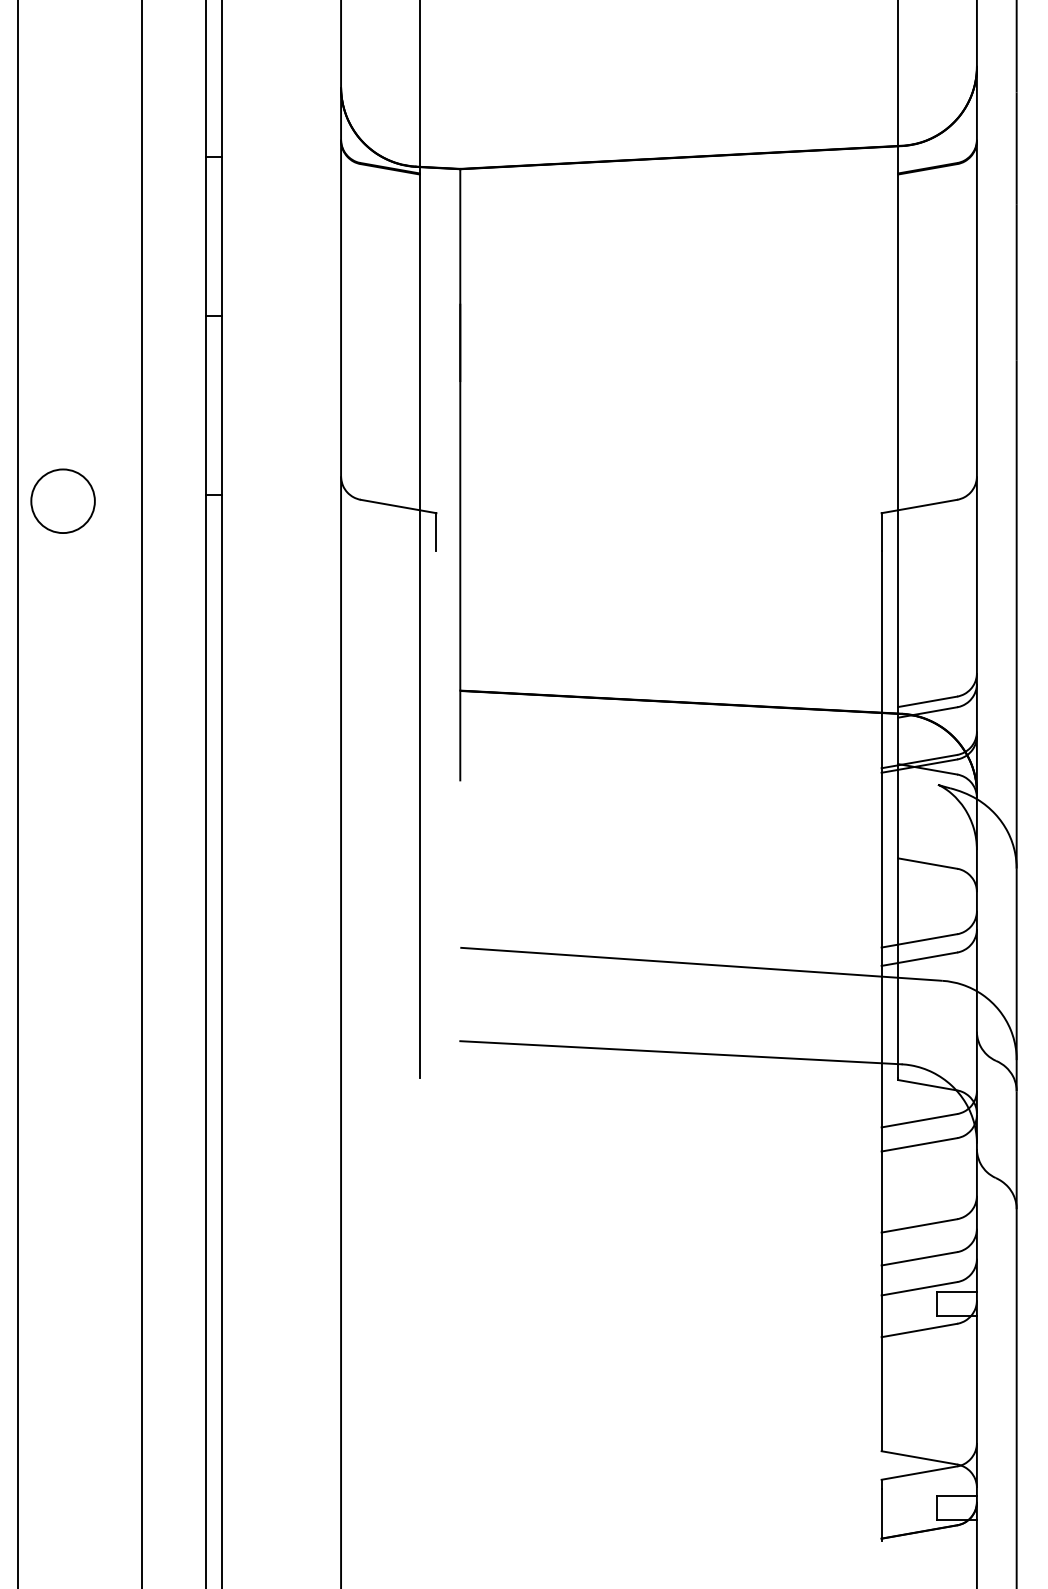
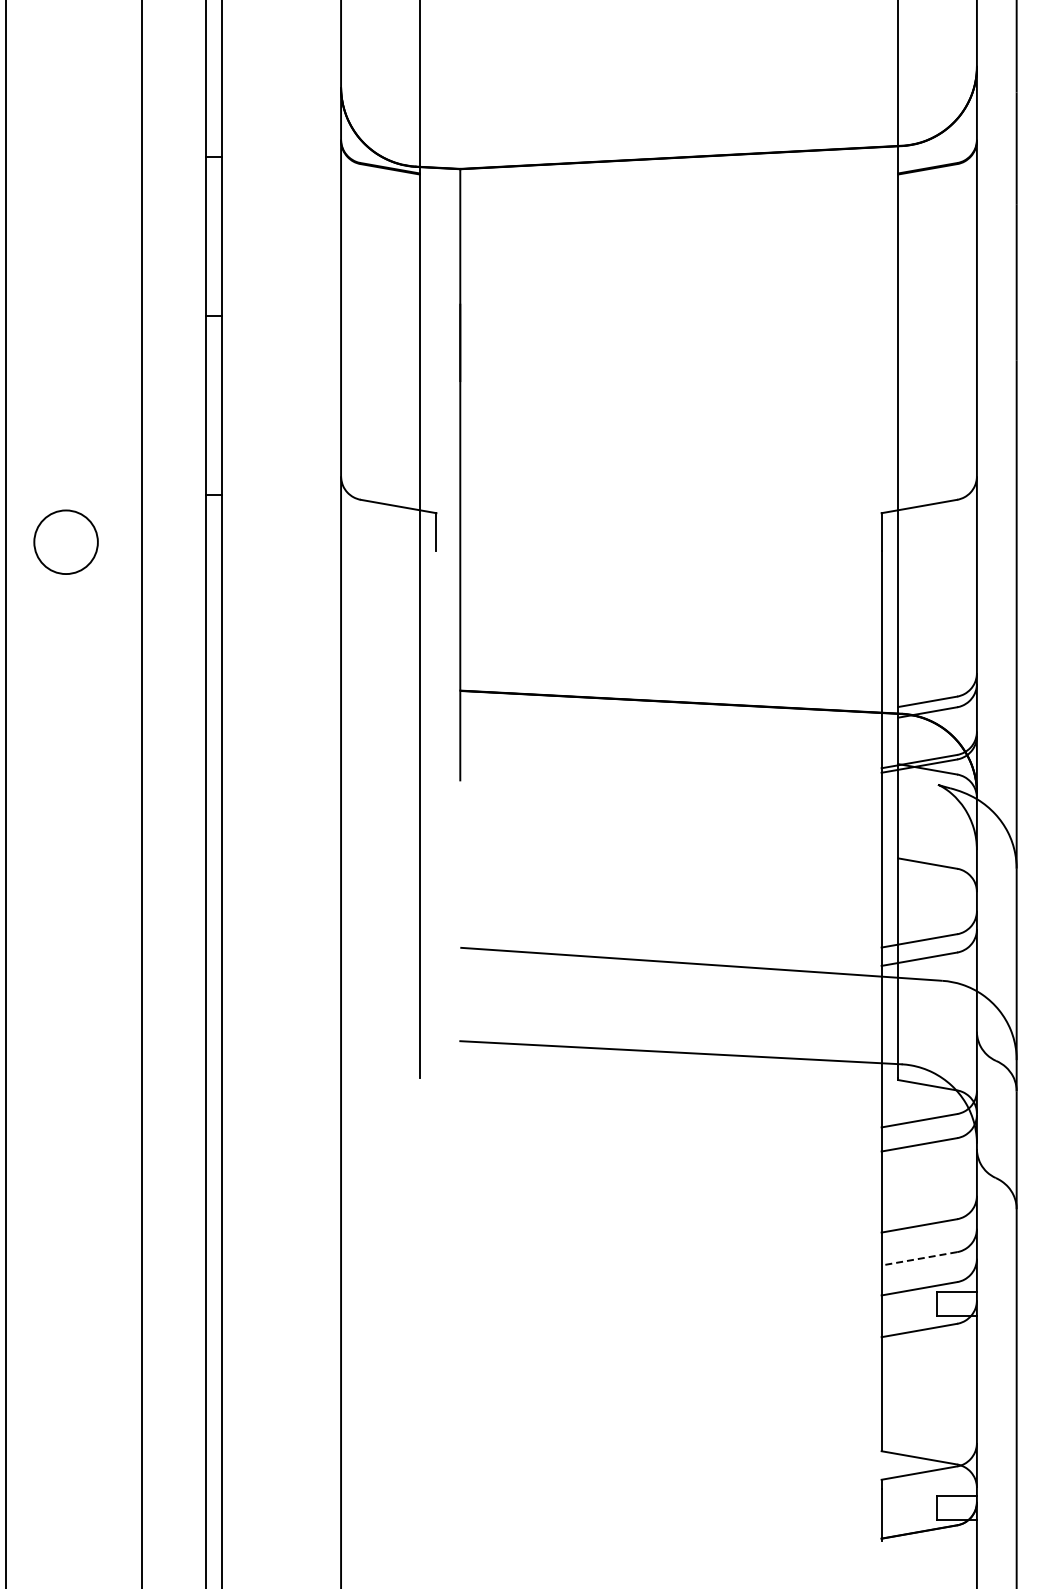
circle at (62, 500) position: (62, 500) -> (65, 541)
line at (17, 793) position: (17, 793) -> (5, 793)
line at (918, 1258): solid -> dashed
